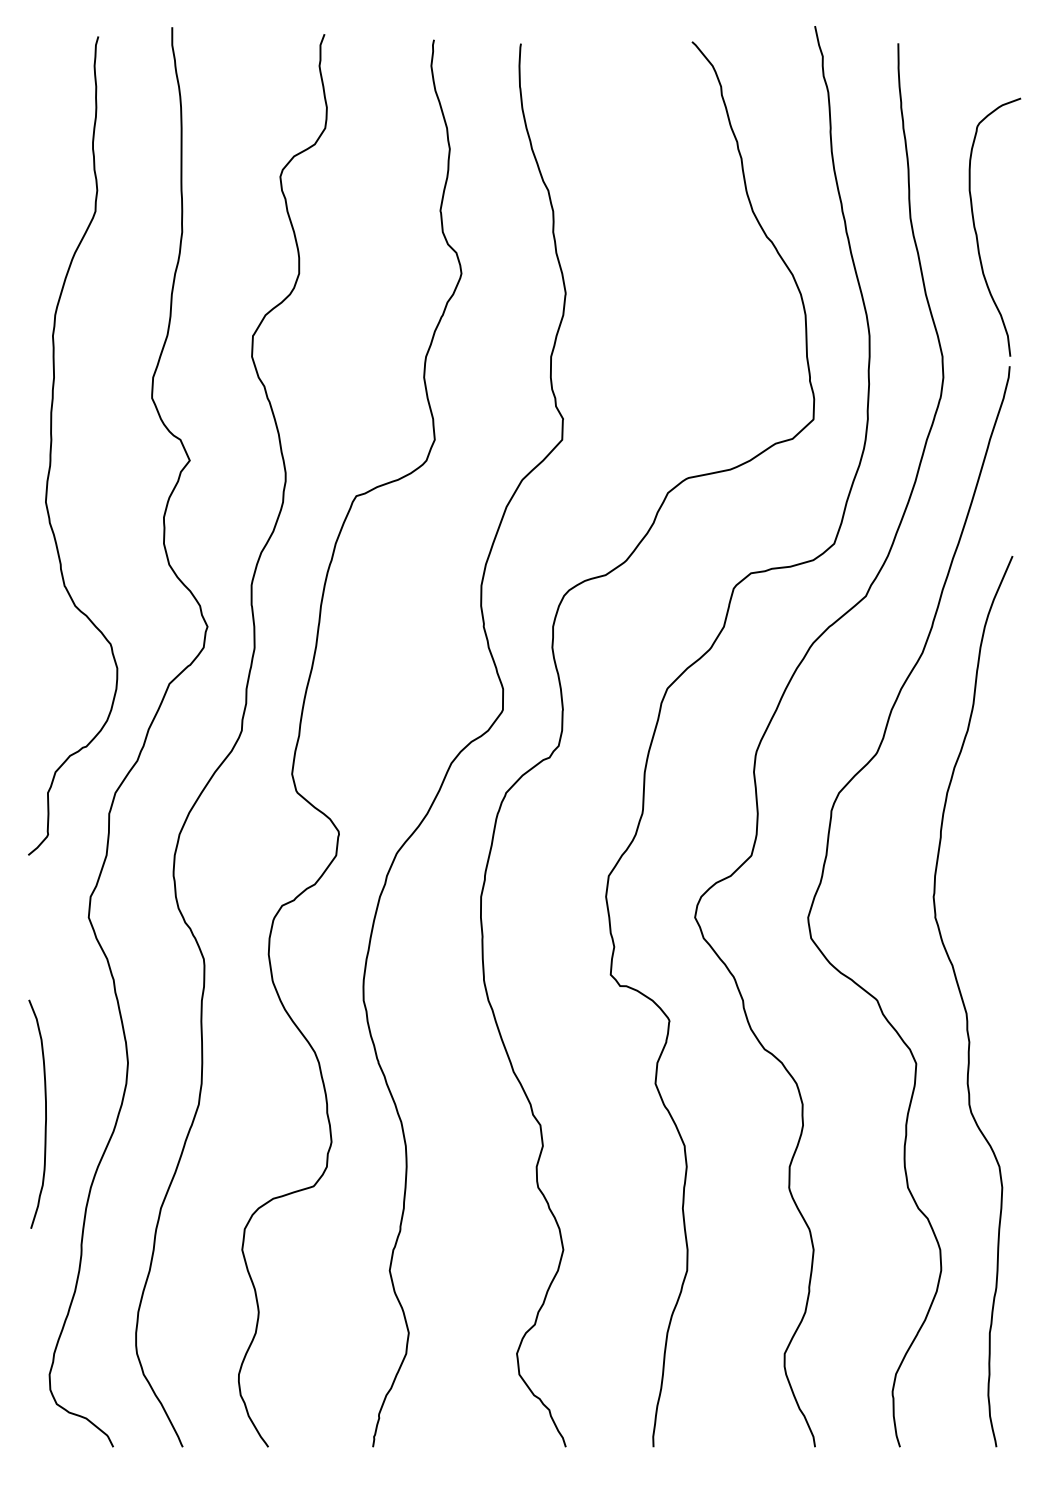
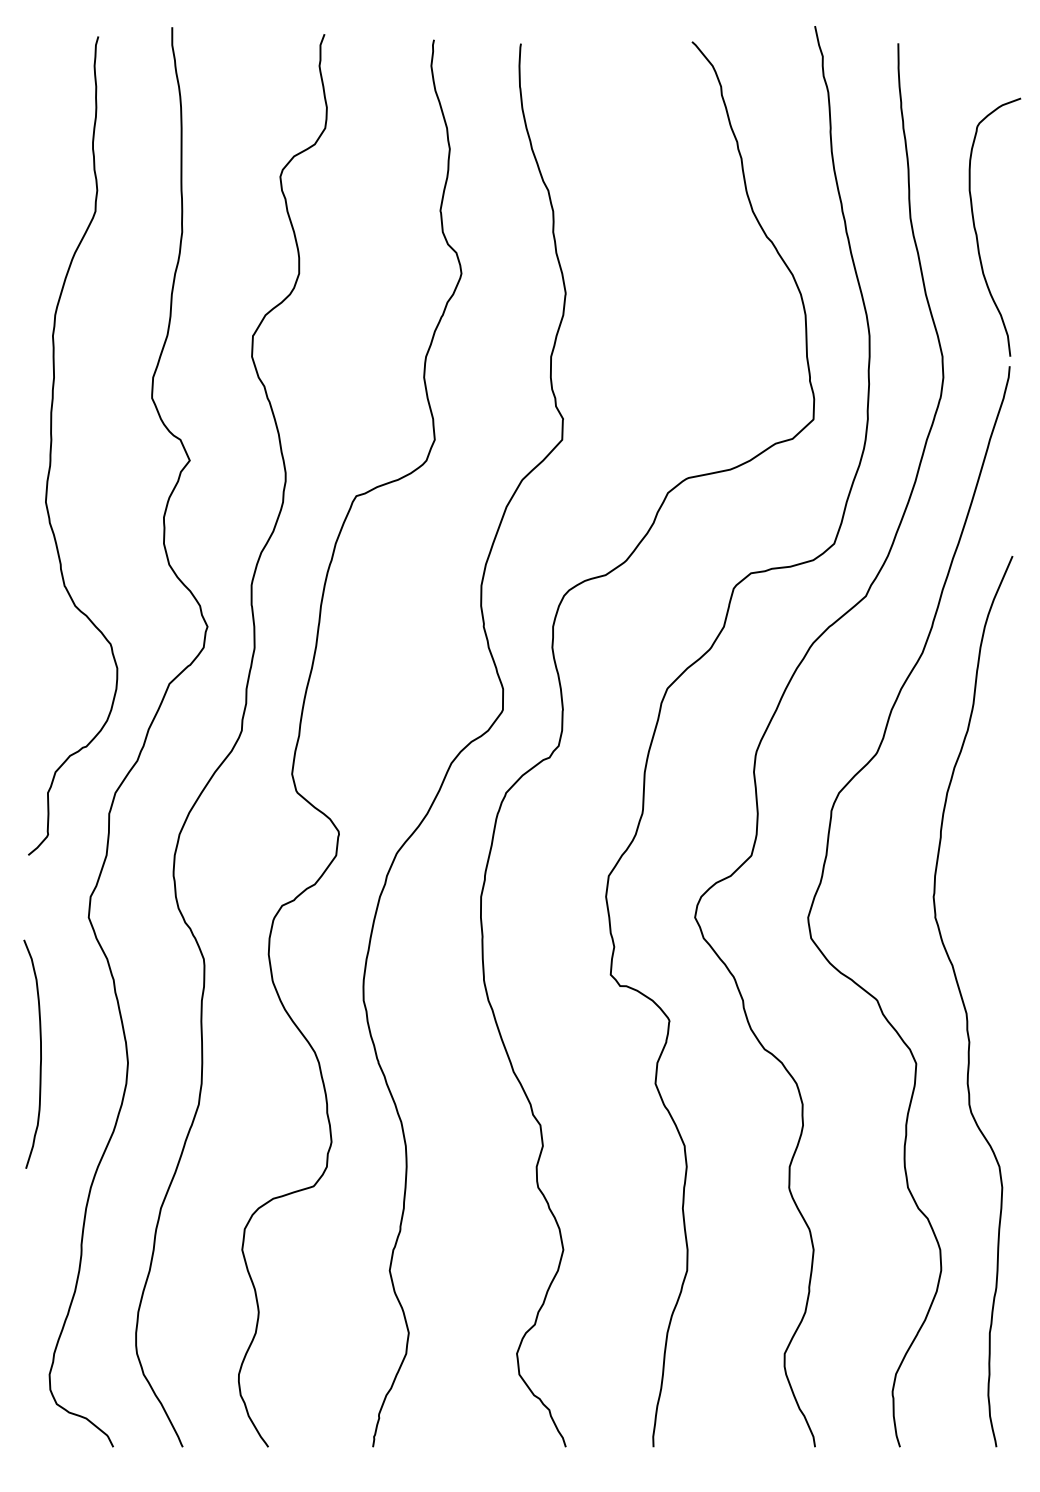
curve at (45, 1113) position: (45, 1113) -> (40, 1053)
